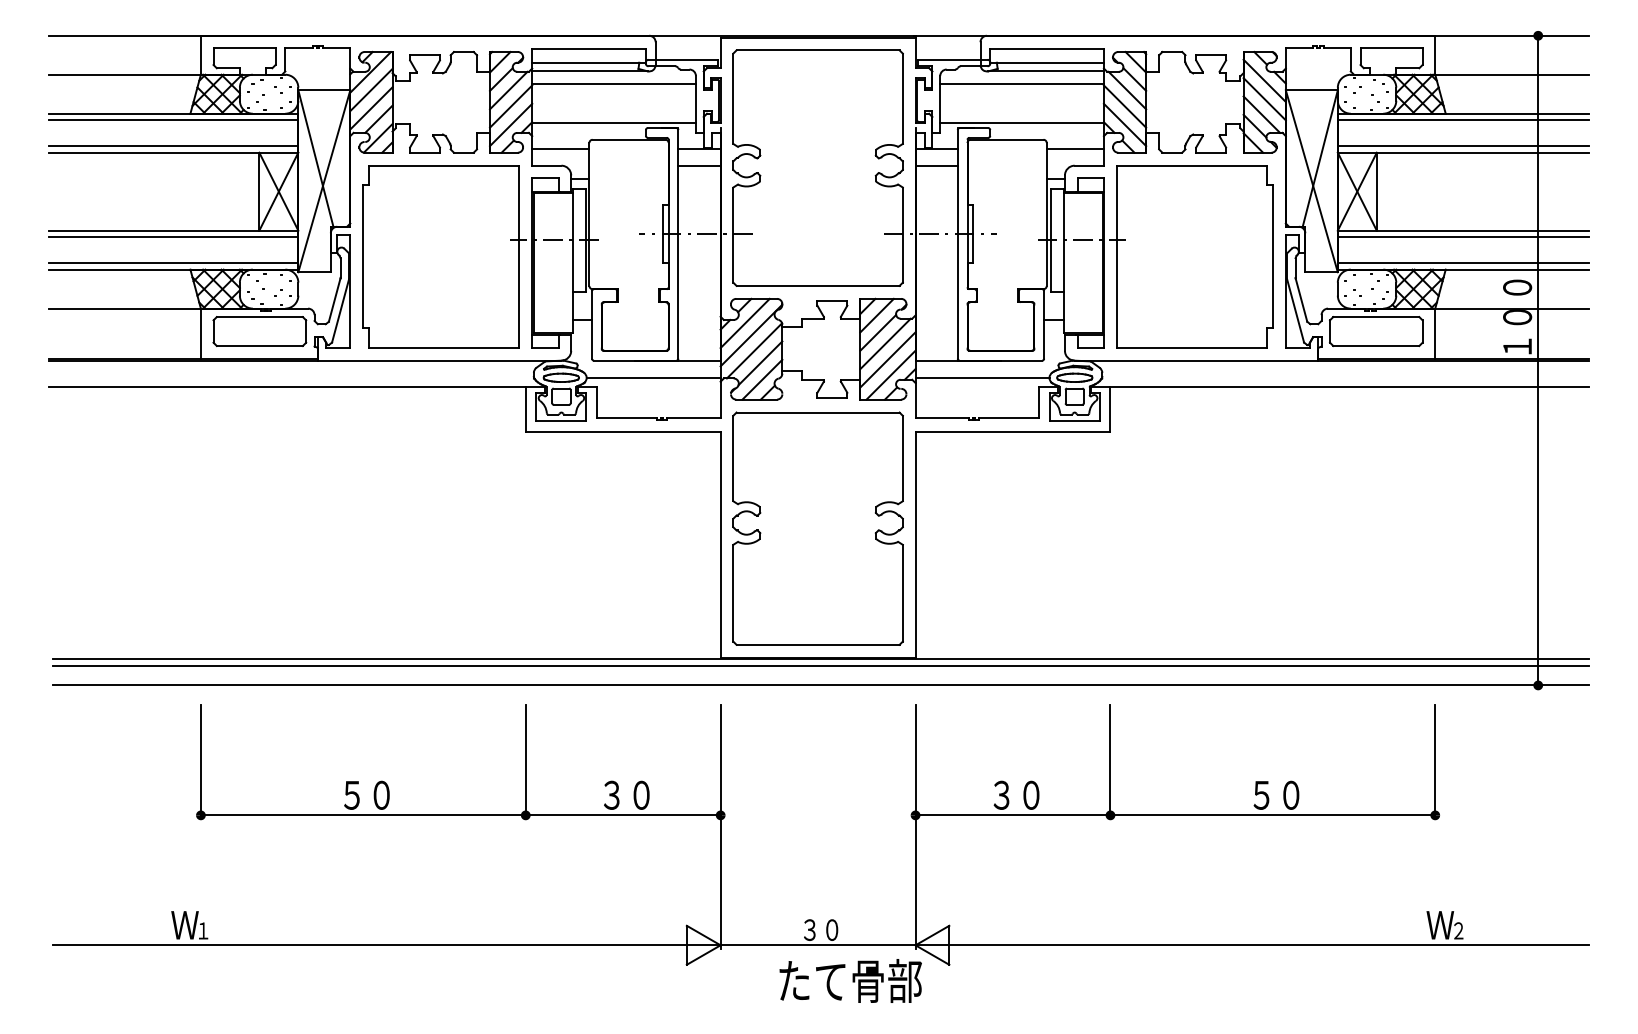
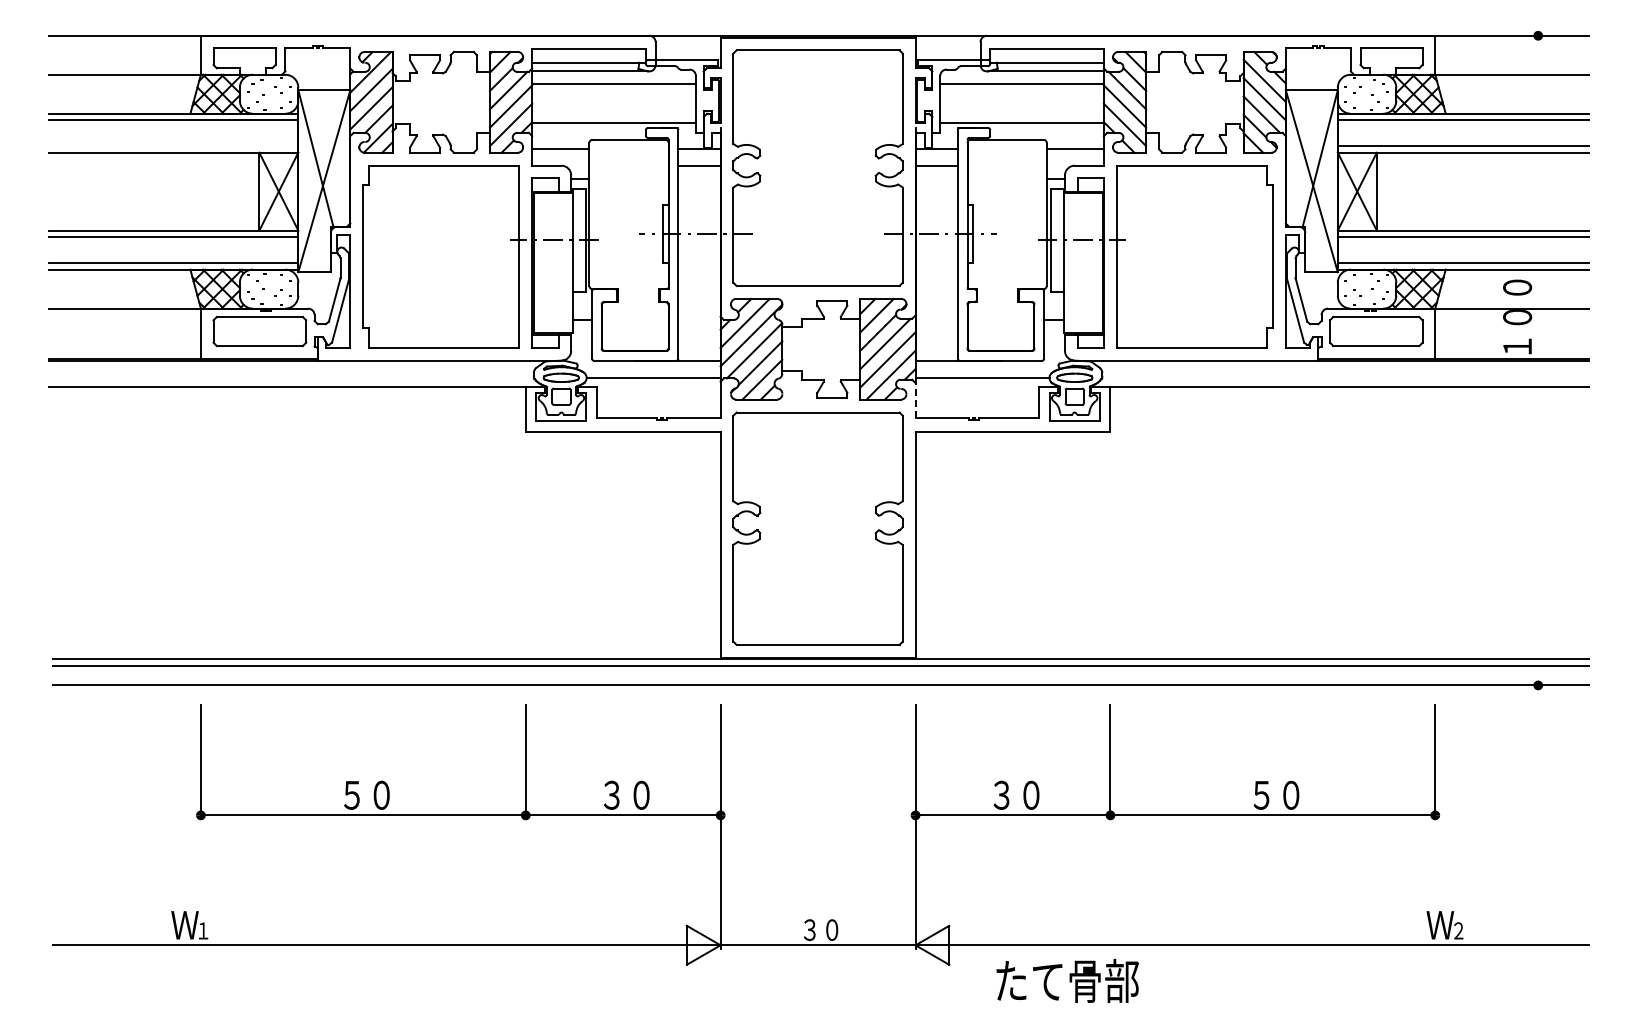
line at (173, 146): present -> none
line at (1538, 360): present -> none
line at (915, 399): solid -> dashed
text at (850, 980) position: (850, 980) -> (1067, 980)
